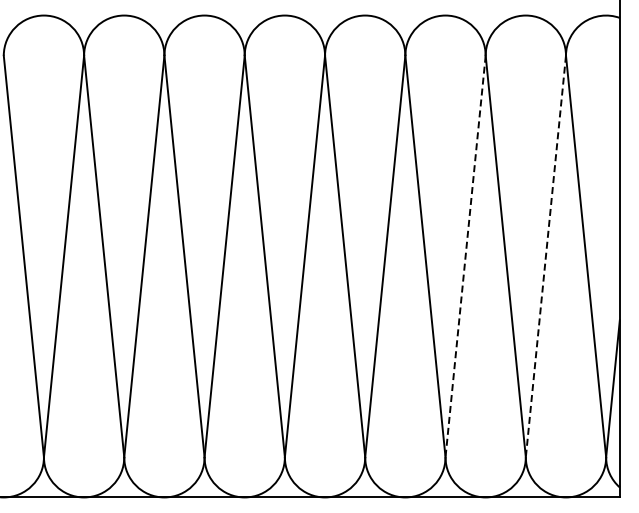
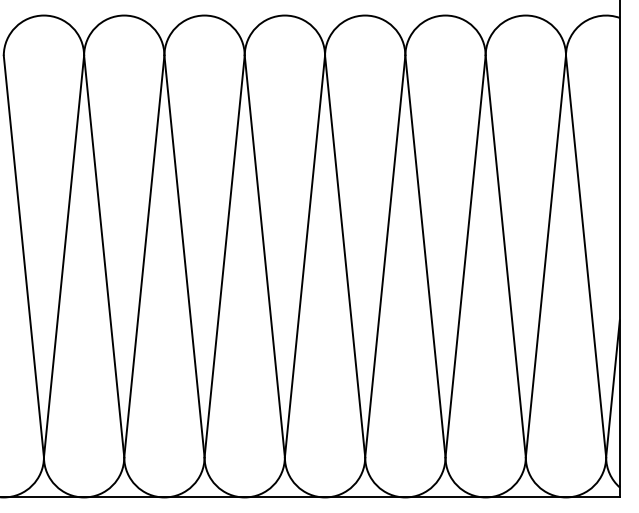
line at (465, 256): dashed -> solid
line at (545, 256): dashed -> solid
